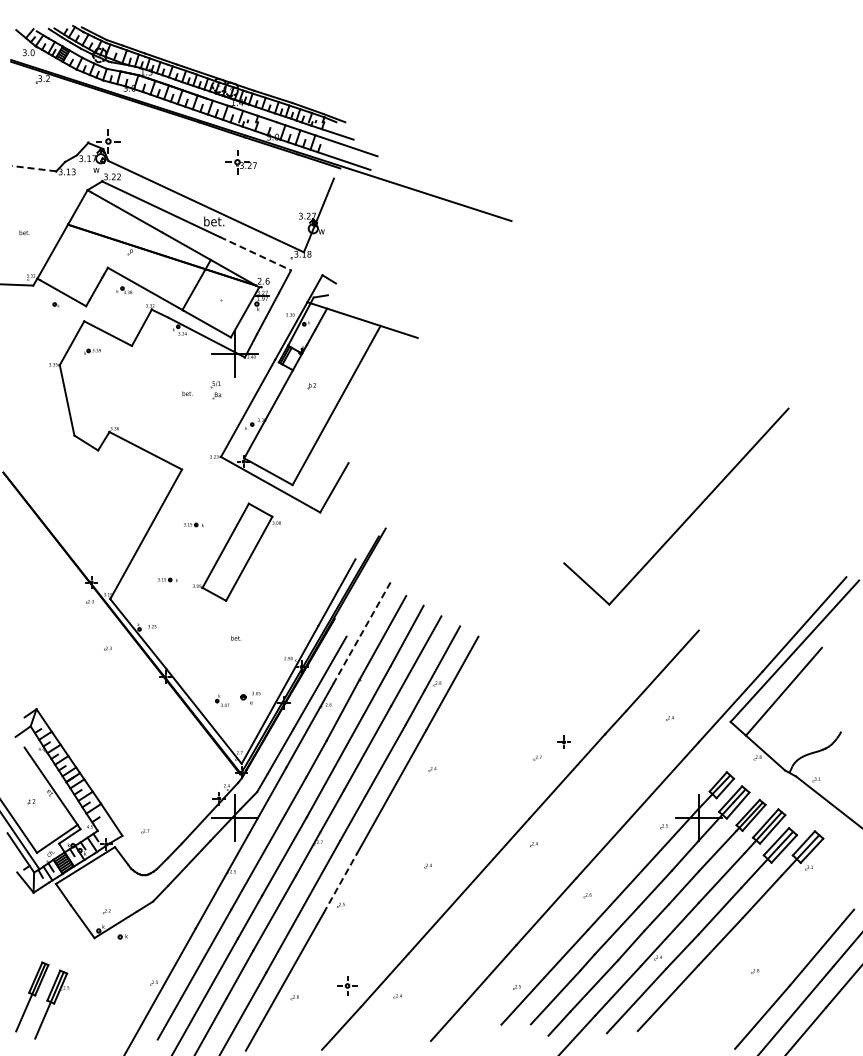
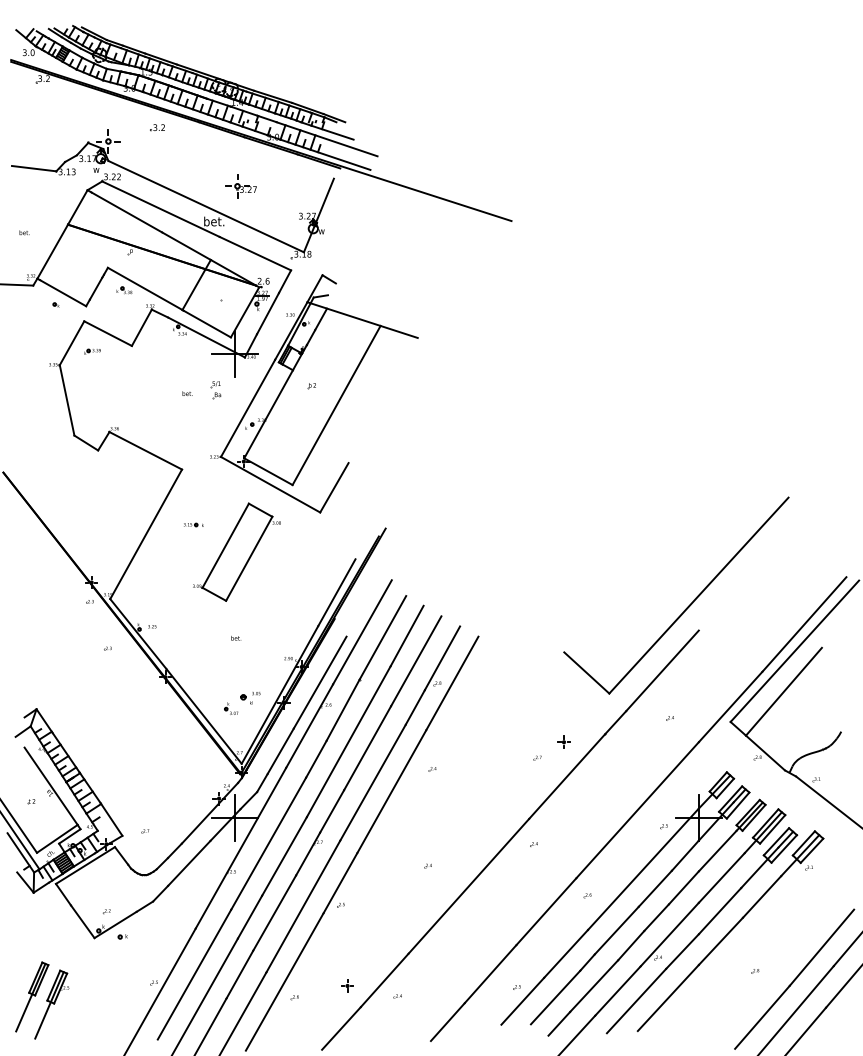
part at (157, 127): none -> present
part at (240, 162) position: (240, 162) -> (240, 186)
line at (33, 168): dashed -> solid
line at (255, 253): dashed -> solid
part at (687, 517) position: (687, 517) -> (687, 606)
part at (167, 579): present -> none
line at (362, 632): dashed -> solid
part at (222, 700) position: (222, 700) -> (231, 708)
line at (340, 883): dashed -> solid
part at (347, 985) size: 21x20 px -> 13x14 px
